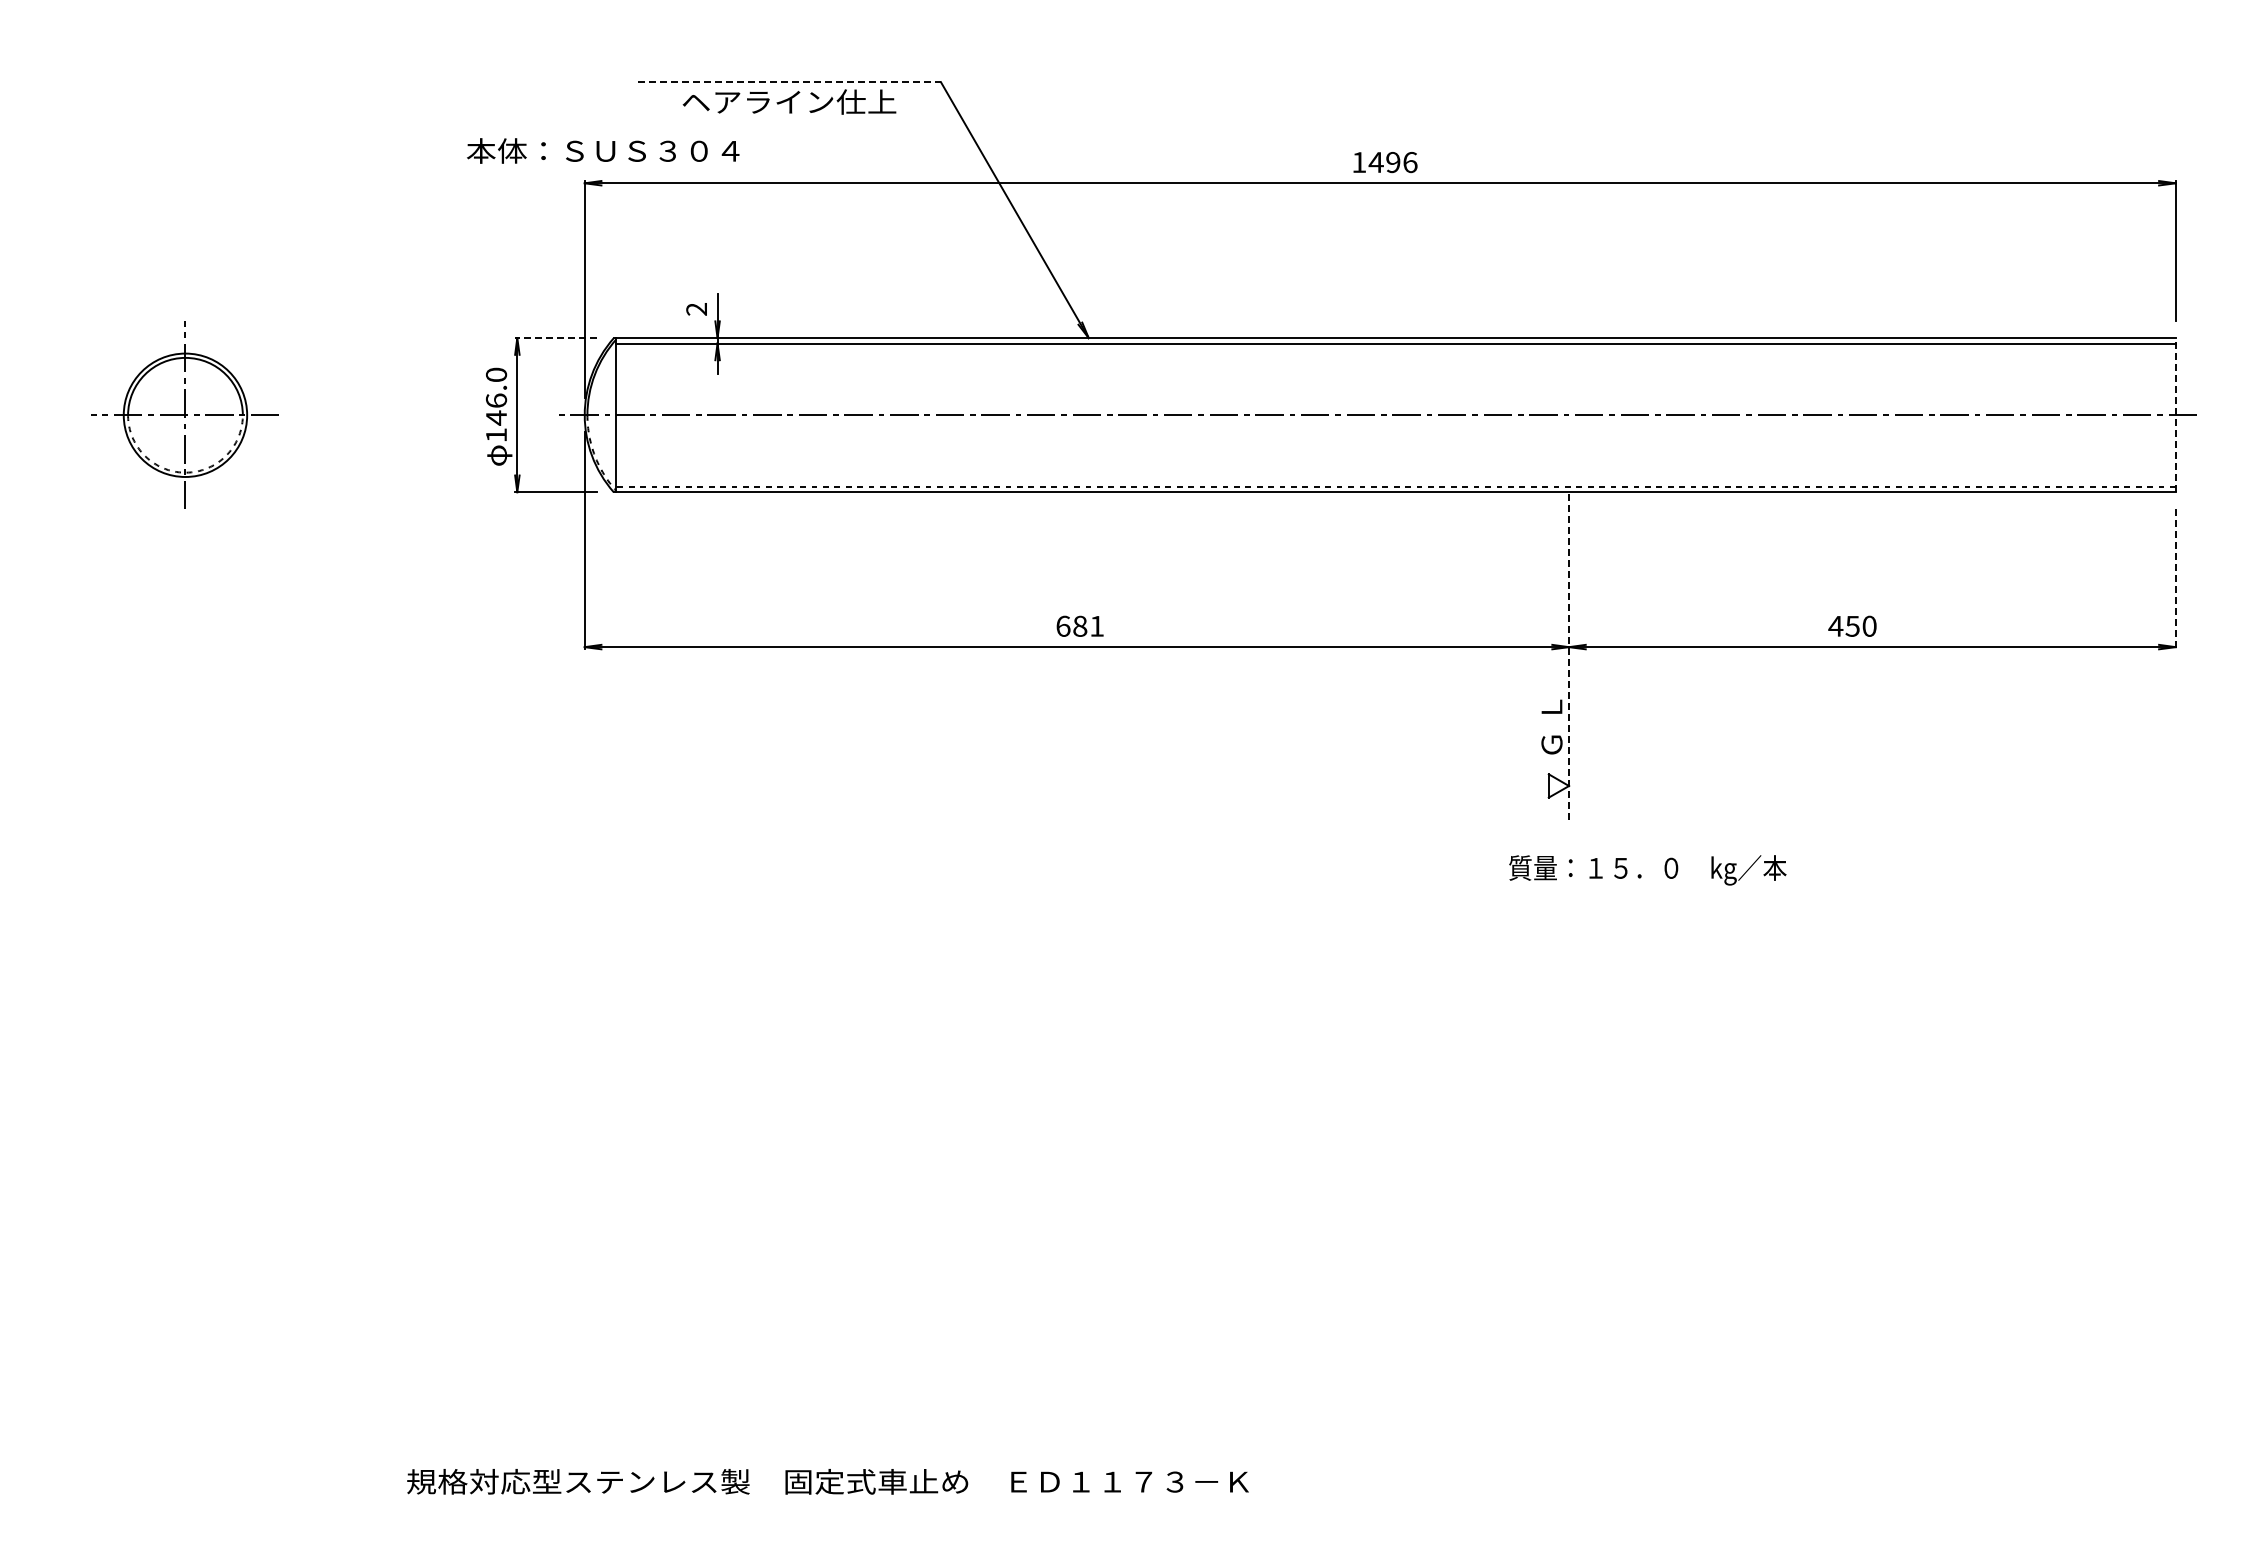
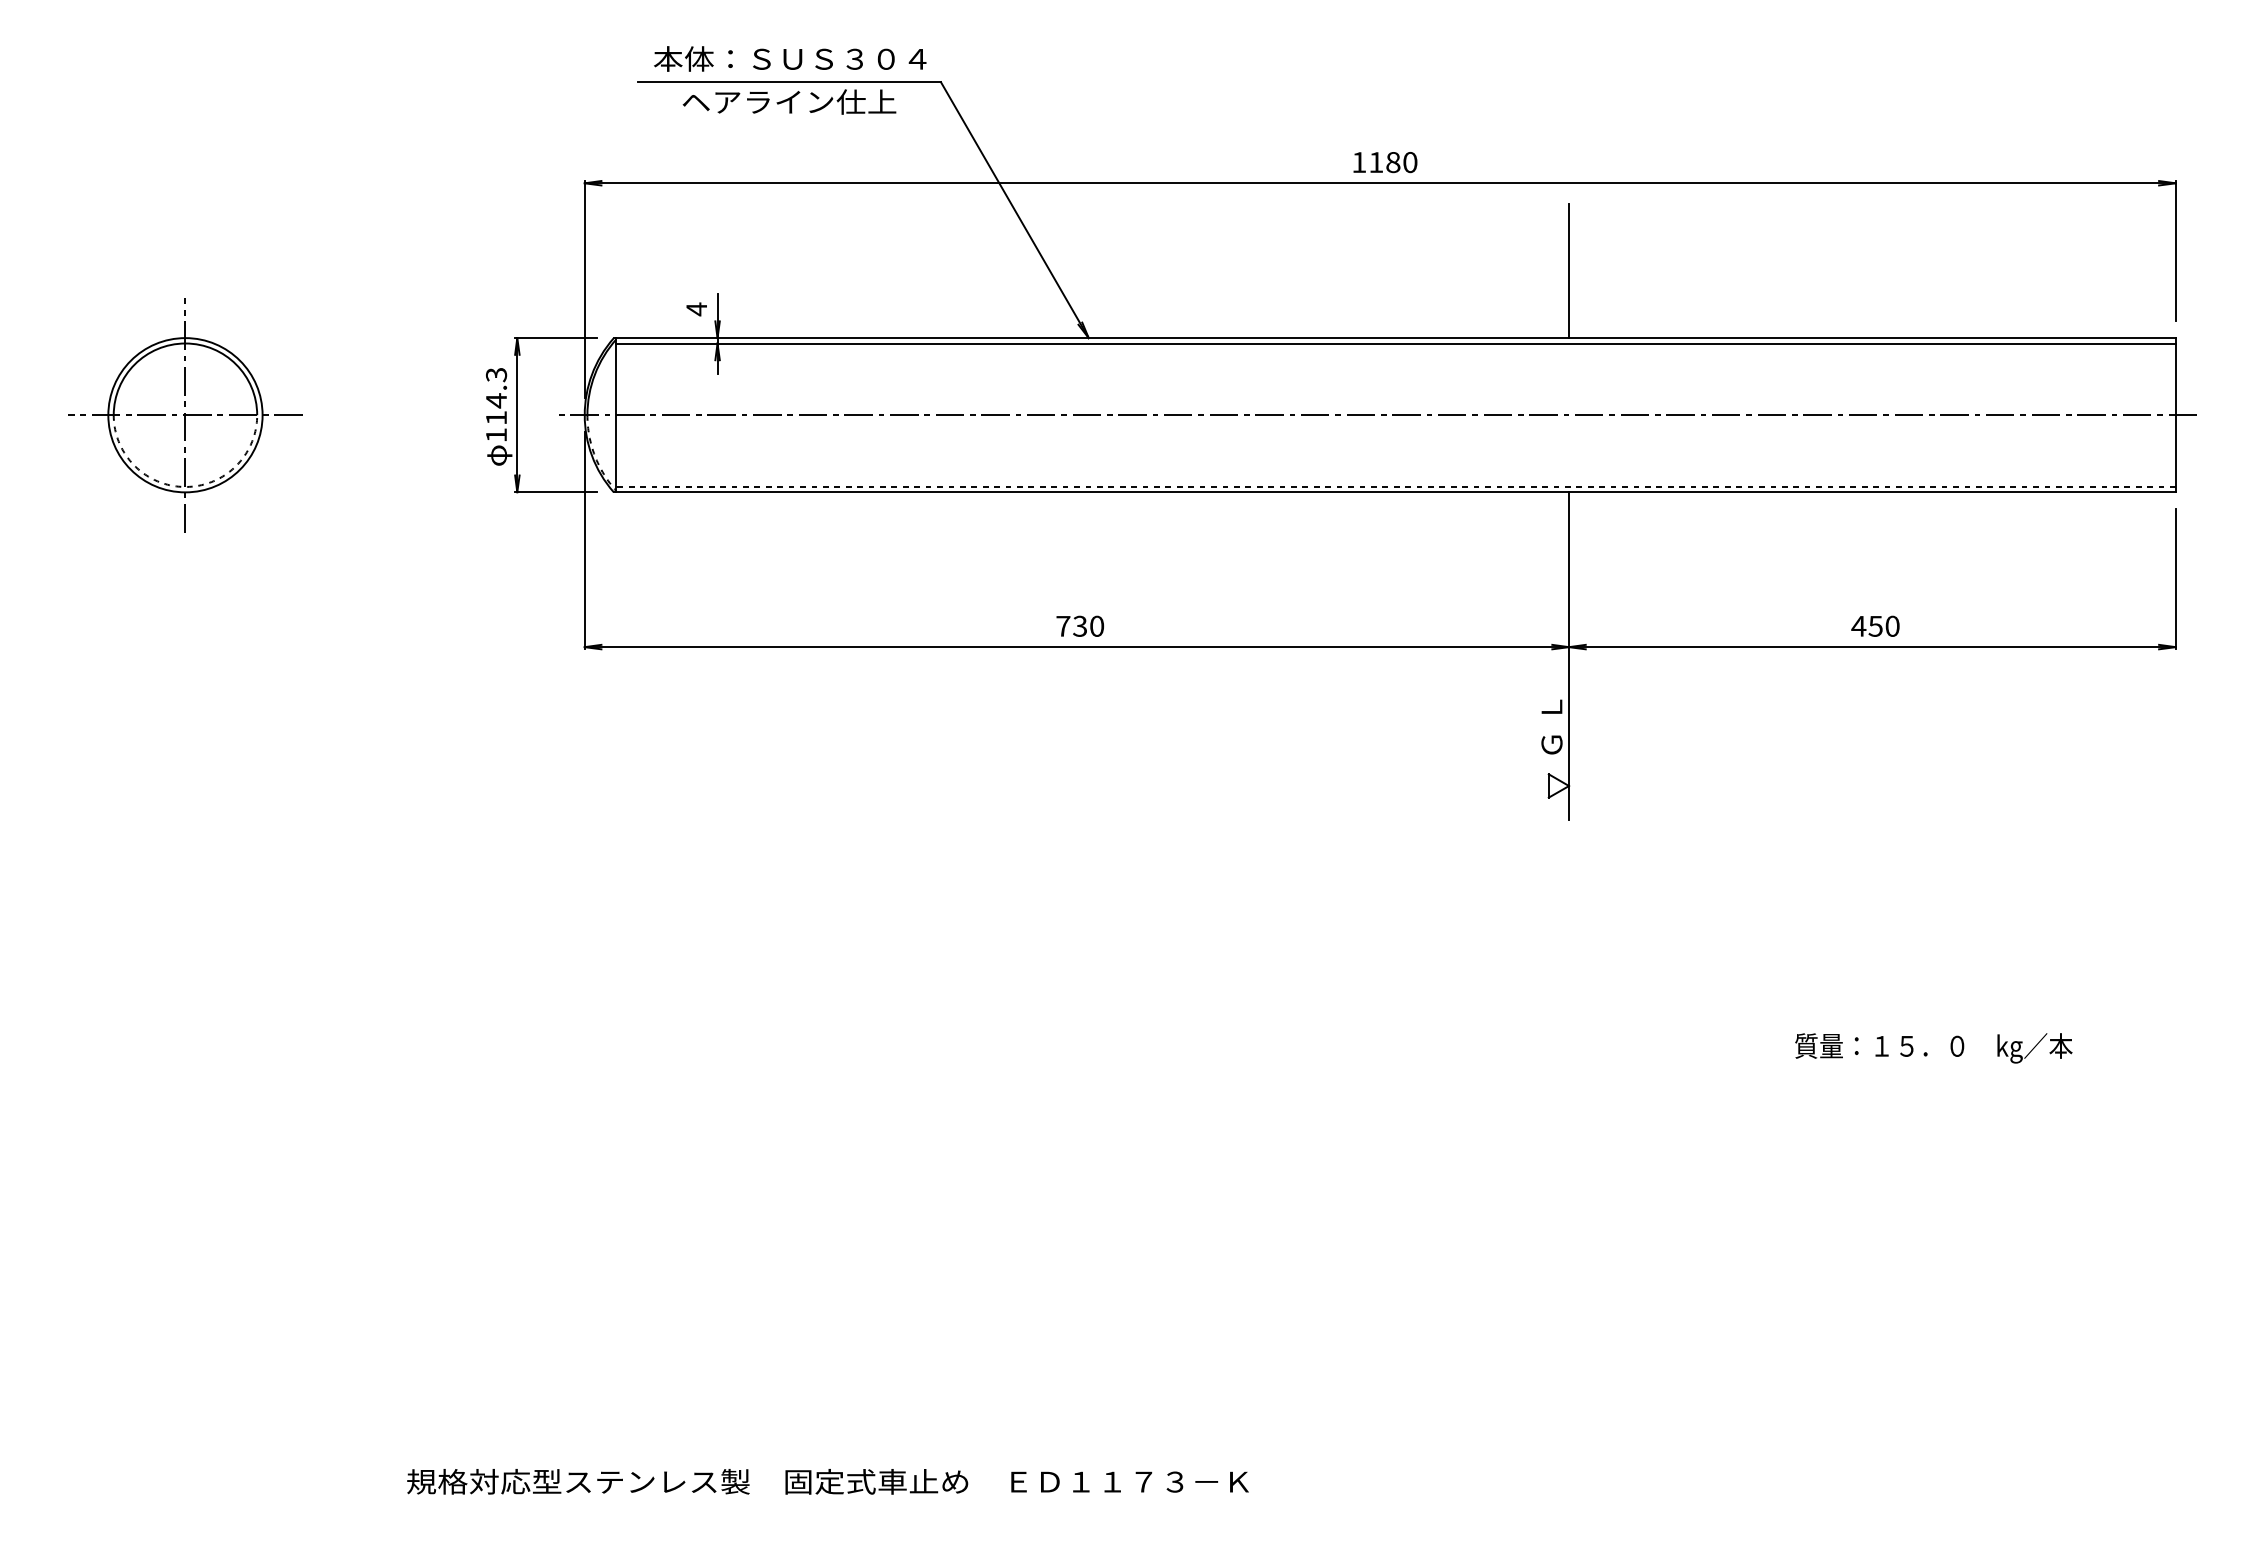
line at (790, 82): dashed -> solid
text at (603, 150) position: (603, 150) -> (790, 58)
text at (1392, 162): 1496 -> 1180
line at (1569, 270): none -> present
text at (696, 309): 2 -> 4
line at (556, 338): dashed -> solid
text at (496, 396): 146.0 -> 114.3
part at (184, 414) size: 188x188 px -> 235x235 px
line at (2175, 414): dashed -> solid
line at (2175, 579): dashed -> solid
text at (1080, 625): 681 -> 730
text at (1852, 625) position: (1852, 625) -> (1875, 625)
line at (1569, 655): dashed -> solid
text at (1647, 870) position: (1647, 870) -> (1933, 1048)
